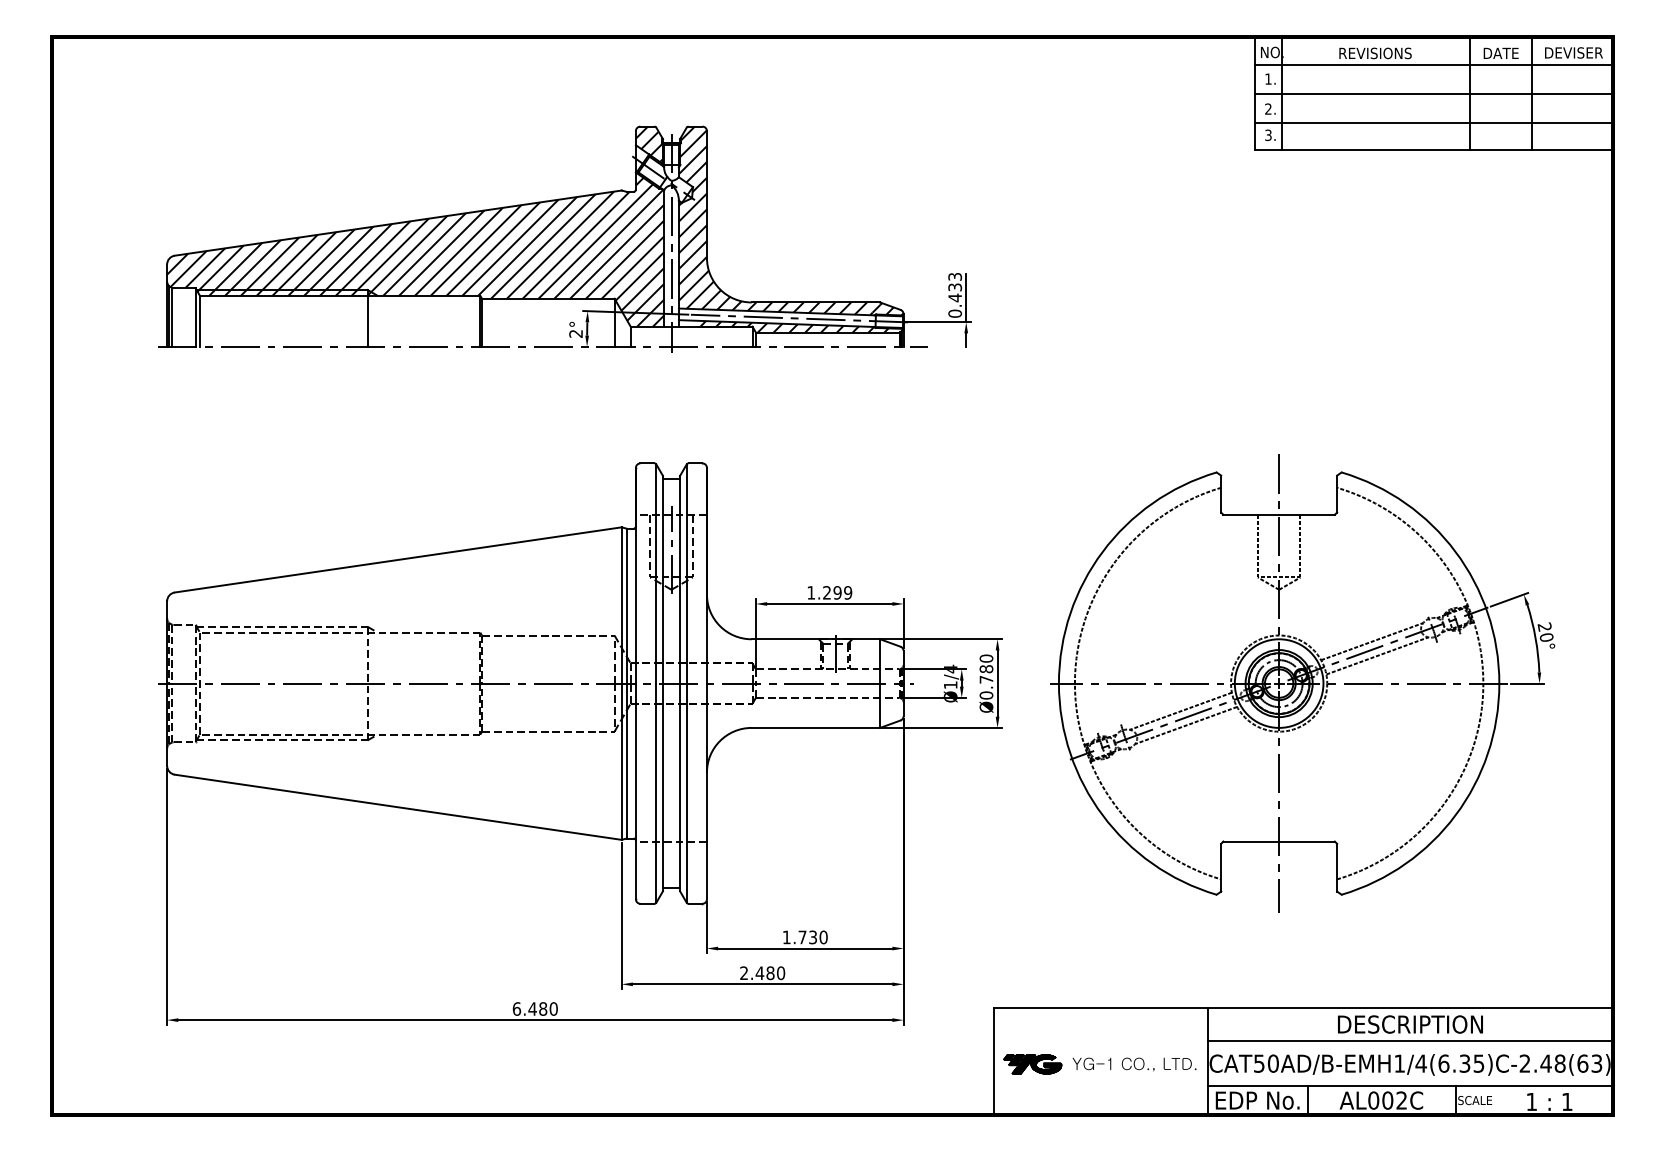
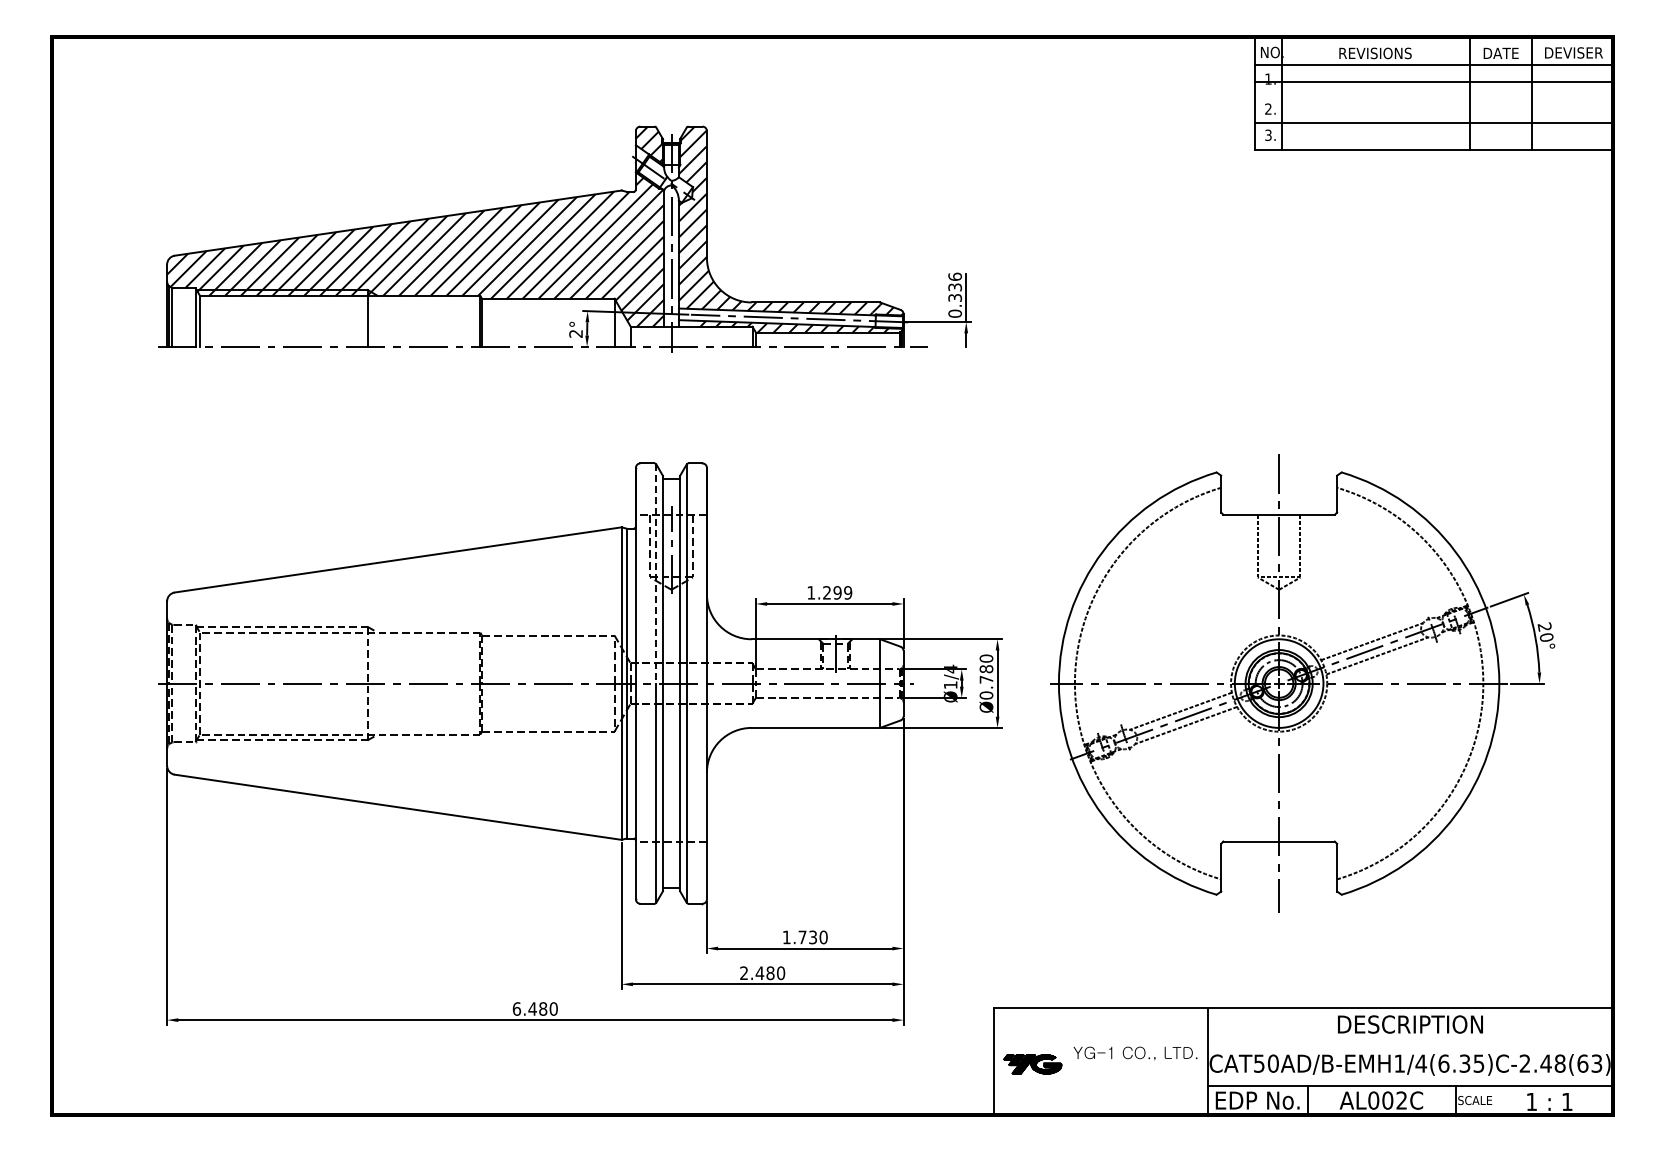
line at (1433, 94) position: (1433, 94) -> (1433, 82)
text at (955, 287): 0.433 -> 0.336
line at (655, 573): solid -> dashed
line at (1410, 1041): present -> none
text at (1134, 1064) position: (1134, 1064) -> (1135, 1053)
